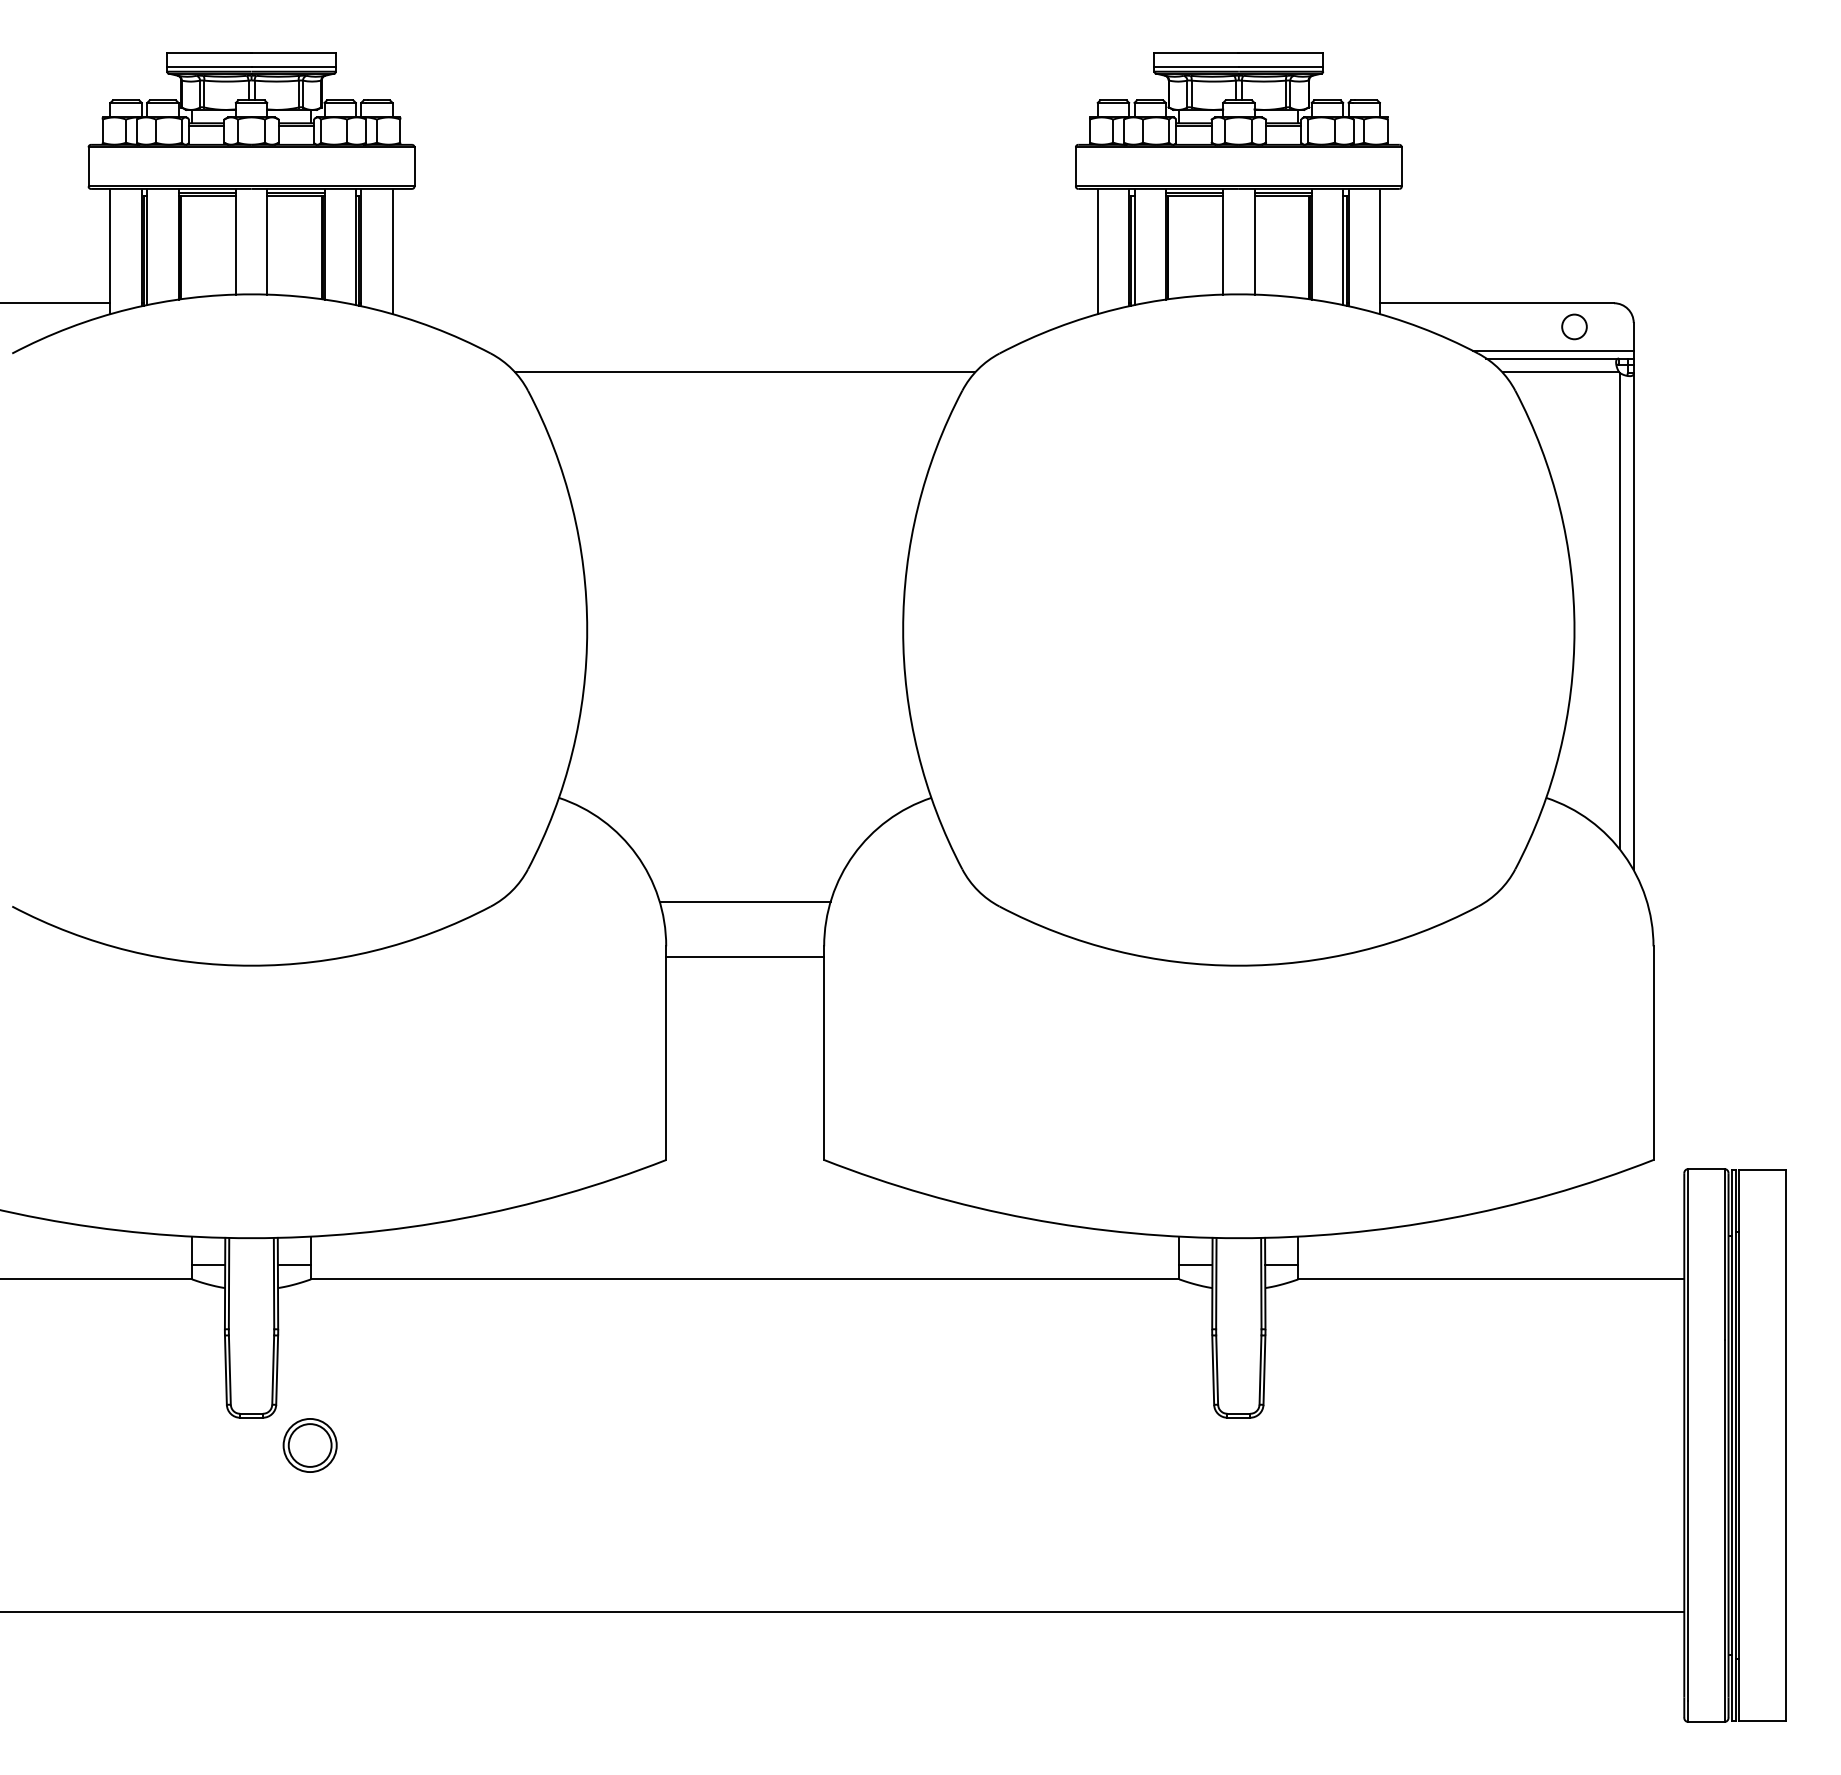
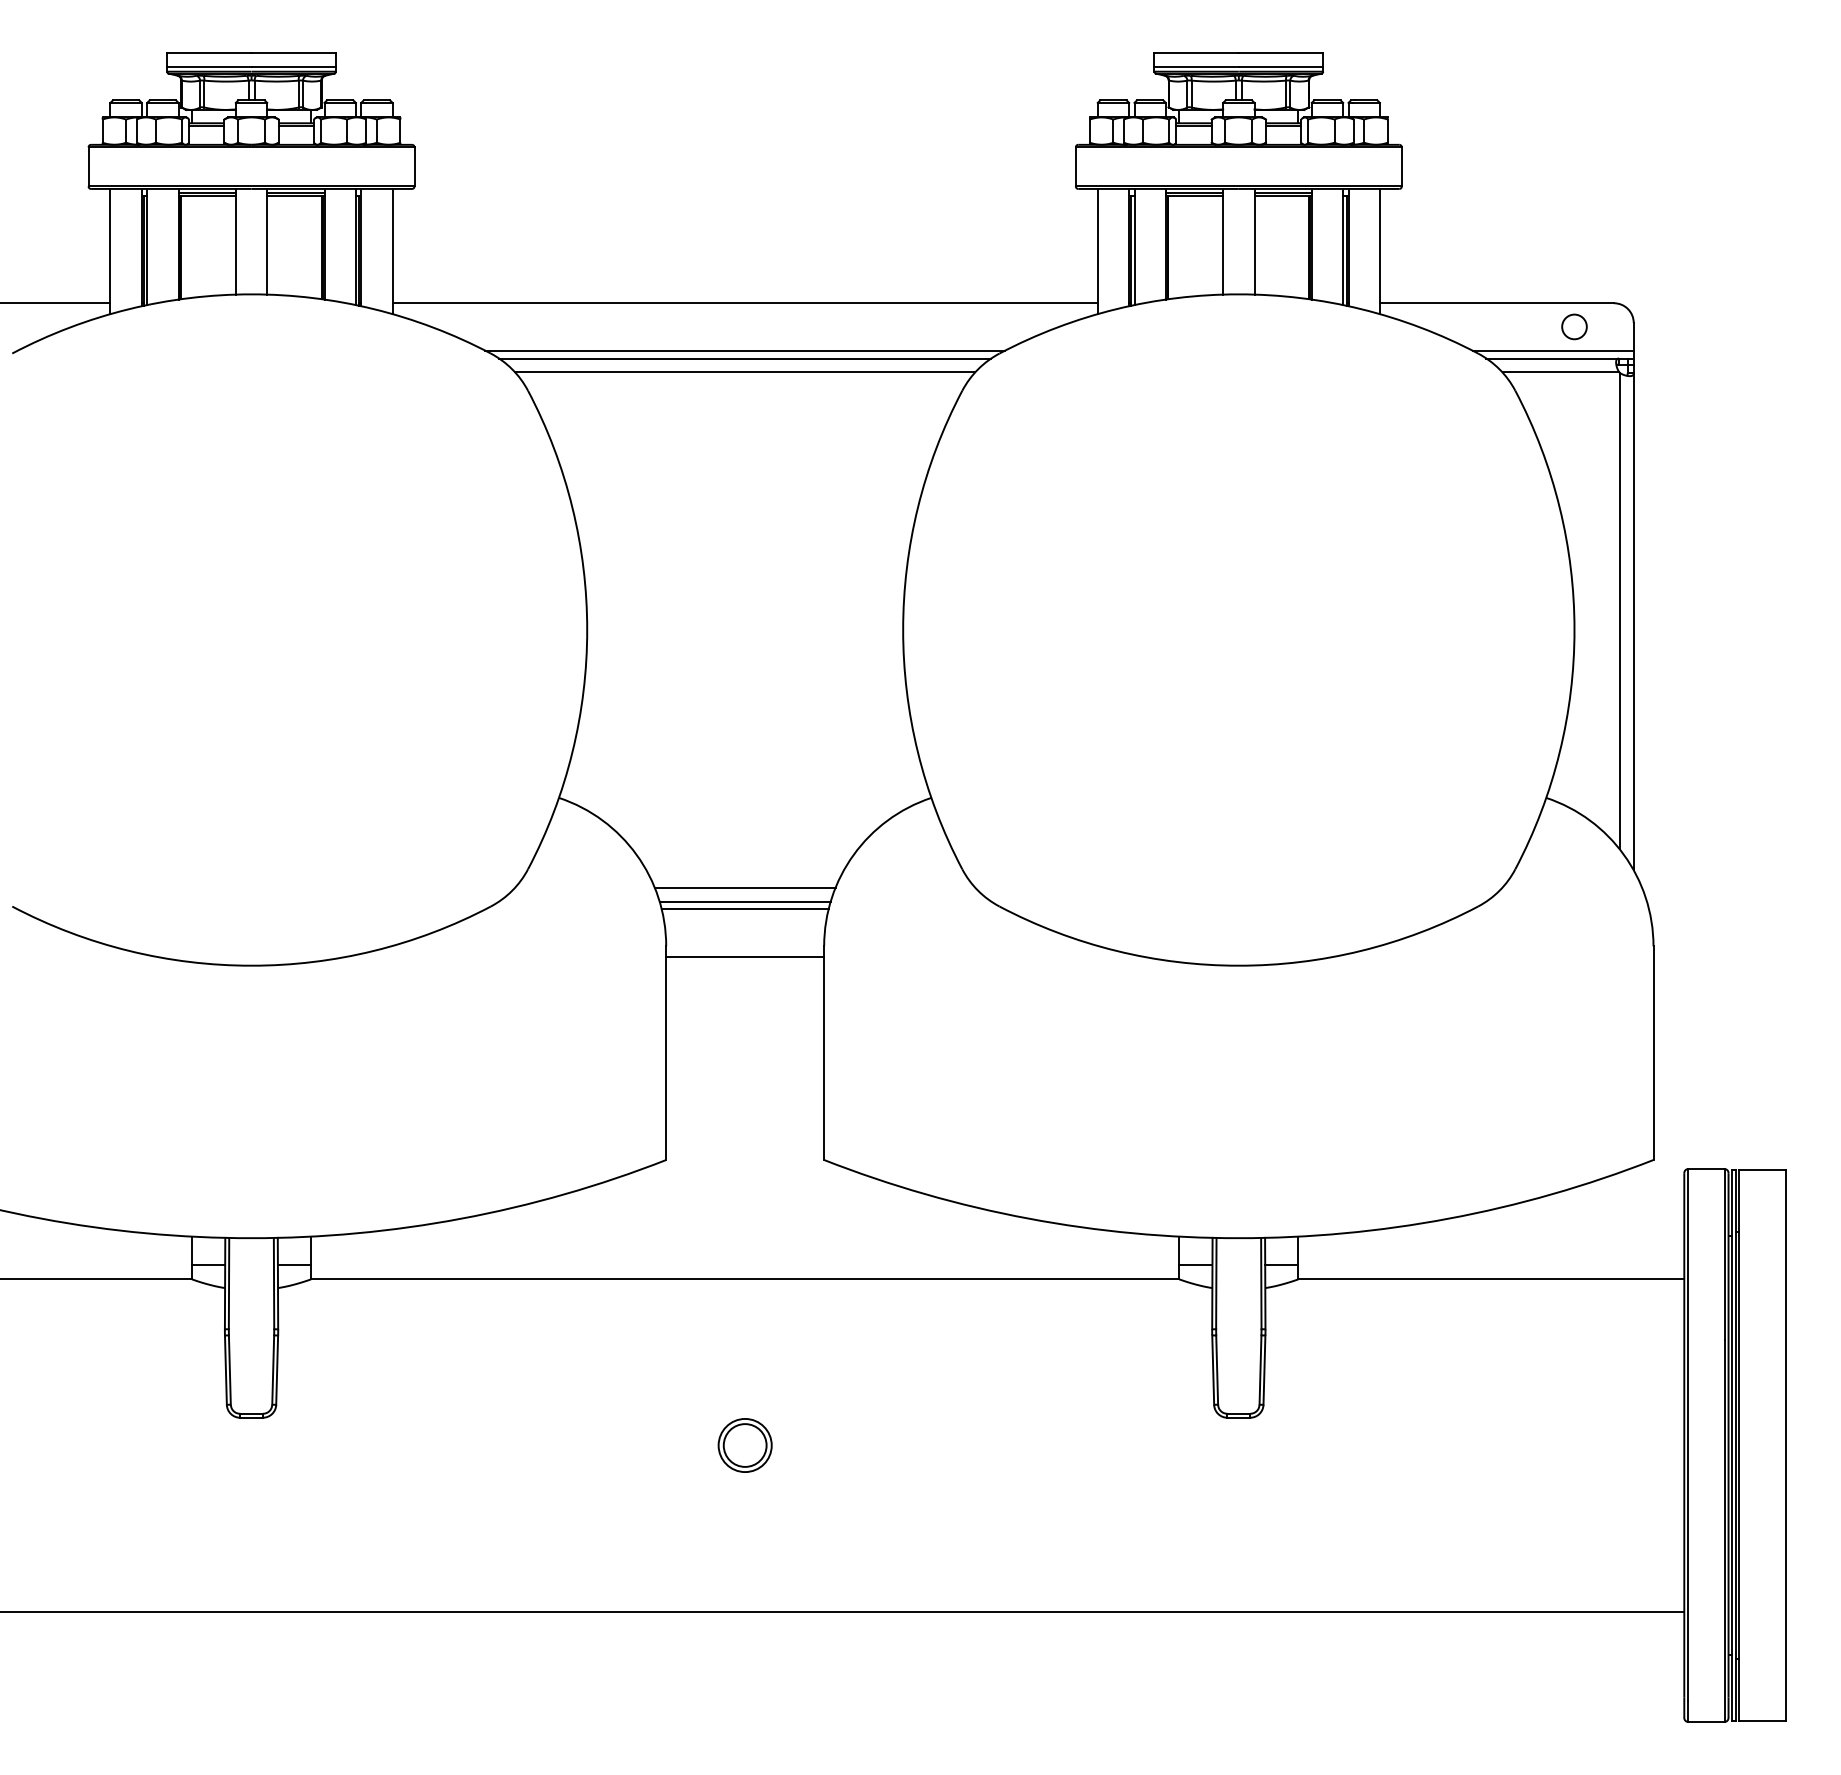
line at (744, 303): none -> present
line at (745, 350): none -> present
line at (745, 358): none -> present
line at (744, 887): none -> present
line at (744, 909): none -> present
part at (309, 1445) position: (309, 1445) -> (744, 1445)
